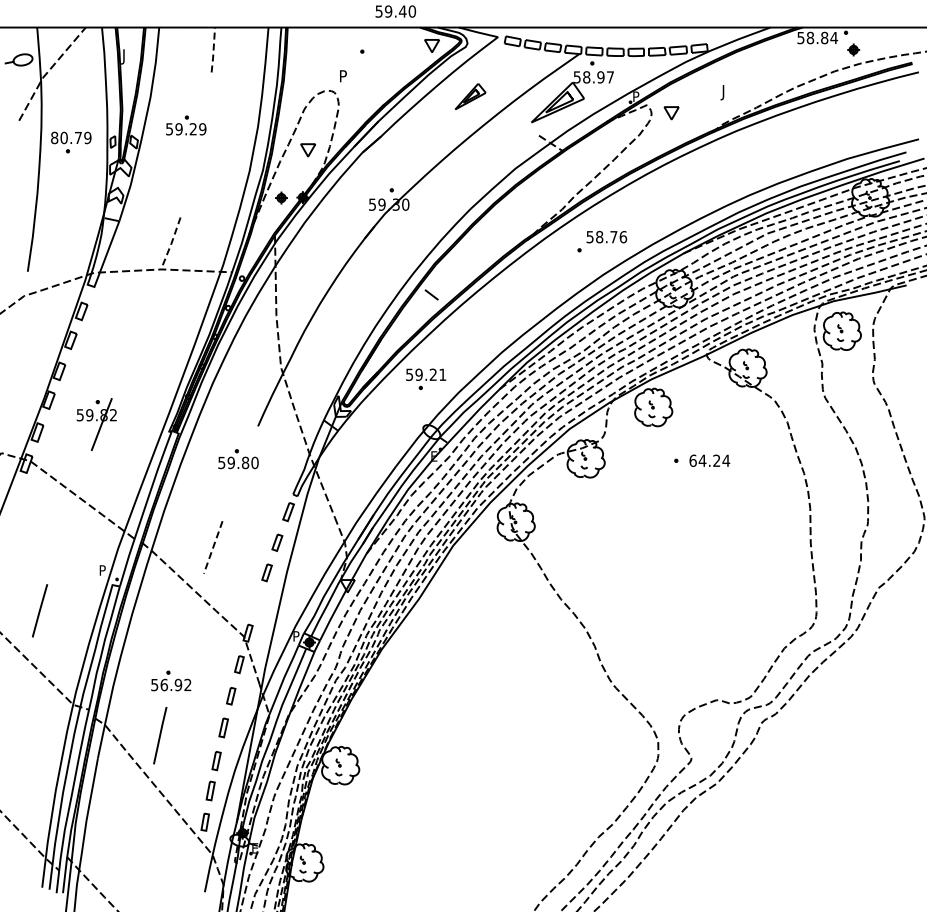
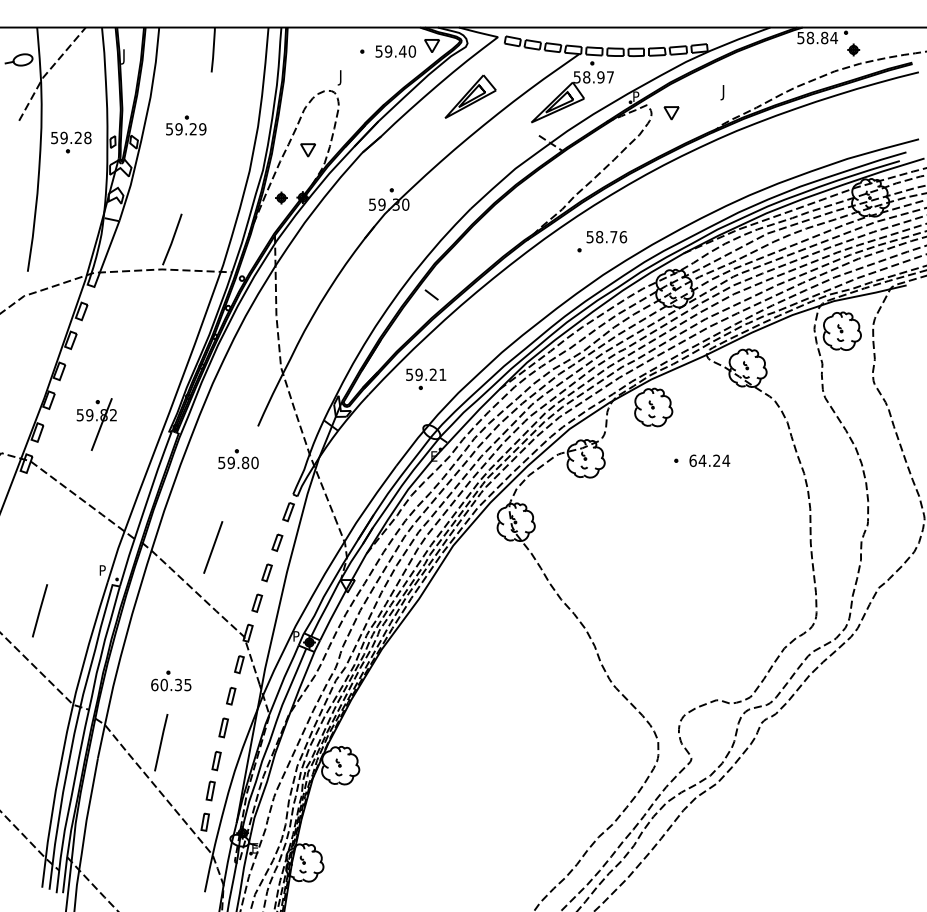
text at (395, 11) position: (395, 11) -> (395, 51)
line at (213, 49): dashed -> solid
text at (341, 77): P -> J
part at (470, 96) size: 33x28 px -> 53x45 px
text at (71, 137): 80.79 -> 59.28
line at (172, 239): dashed -> solid
line at (213, 547): dashed -> solid
part at (257, 602): none -> present
text at (171, 684): 56.92 -> 60.35
line at (160, 735) position: (160, 735) -> (161, 742)
